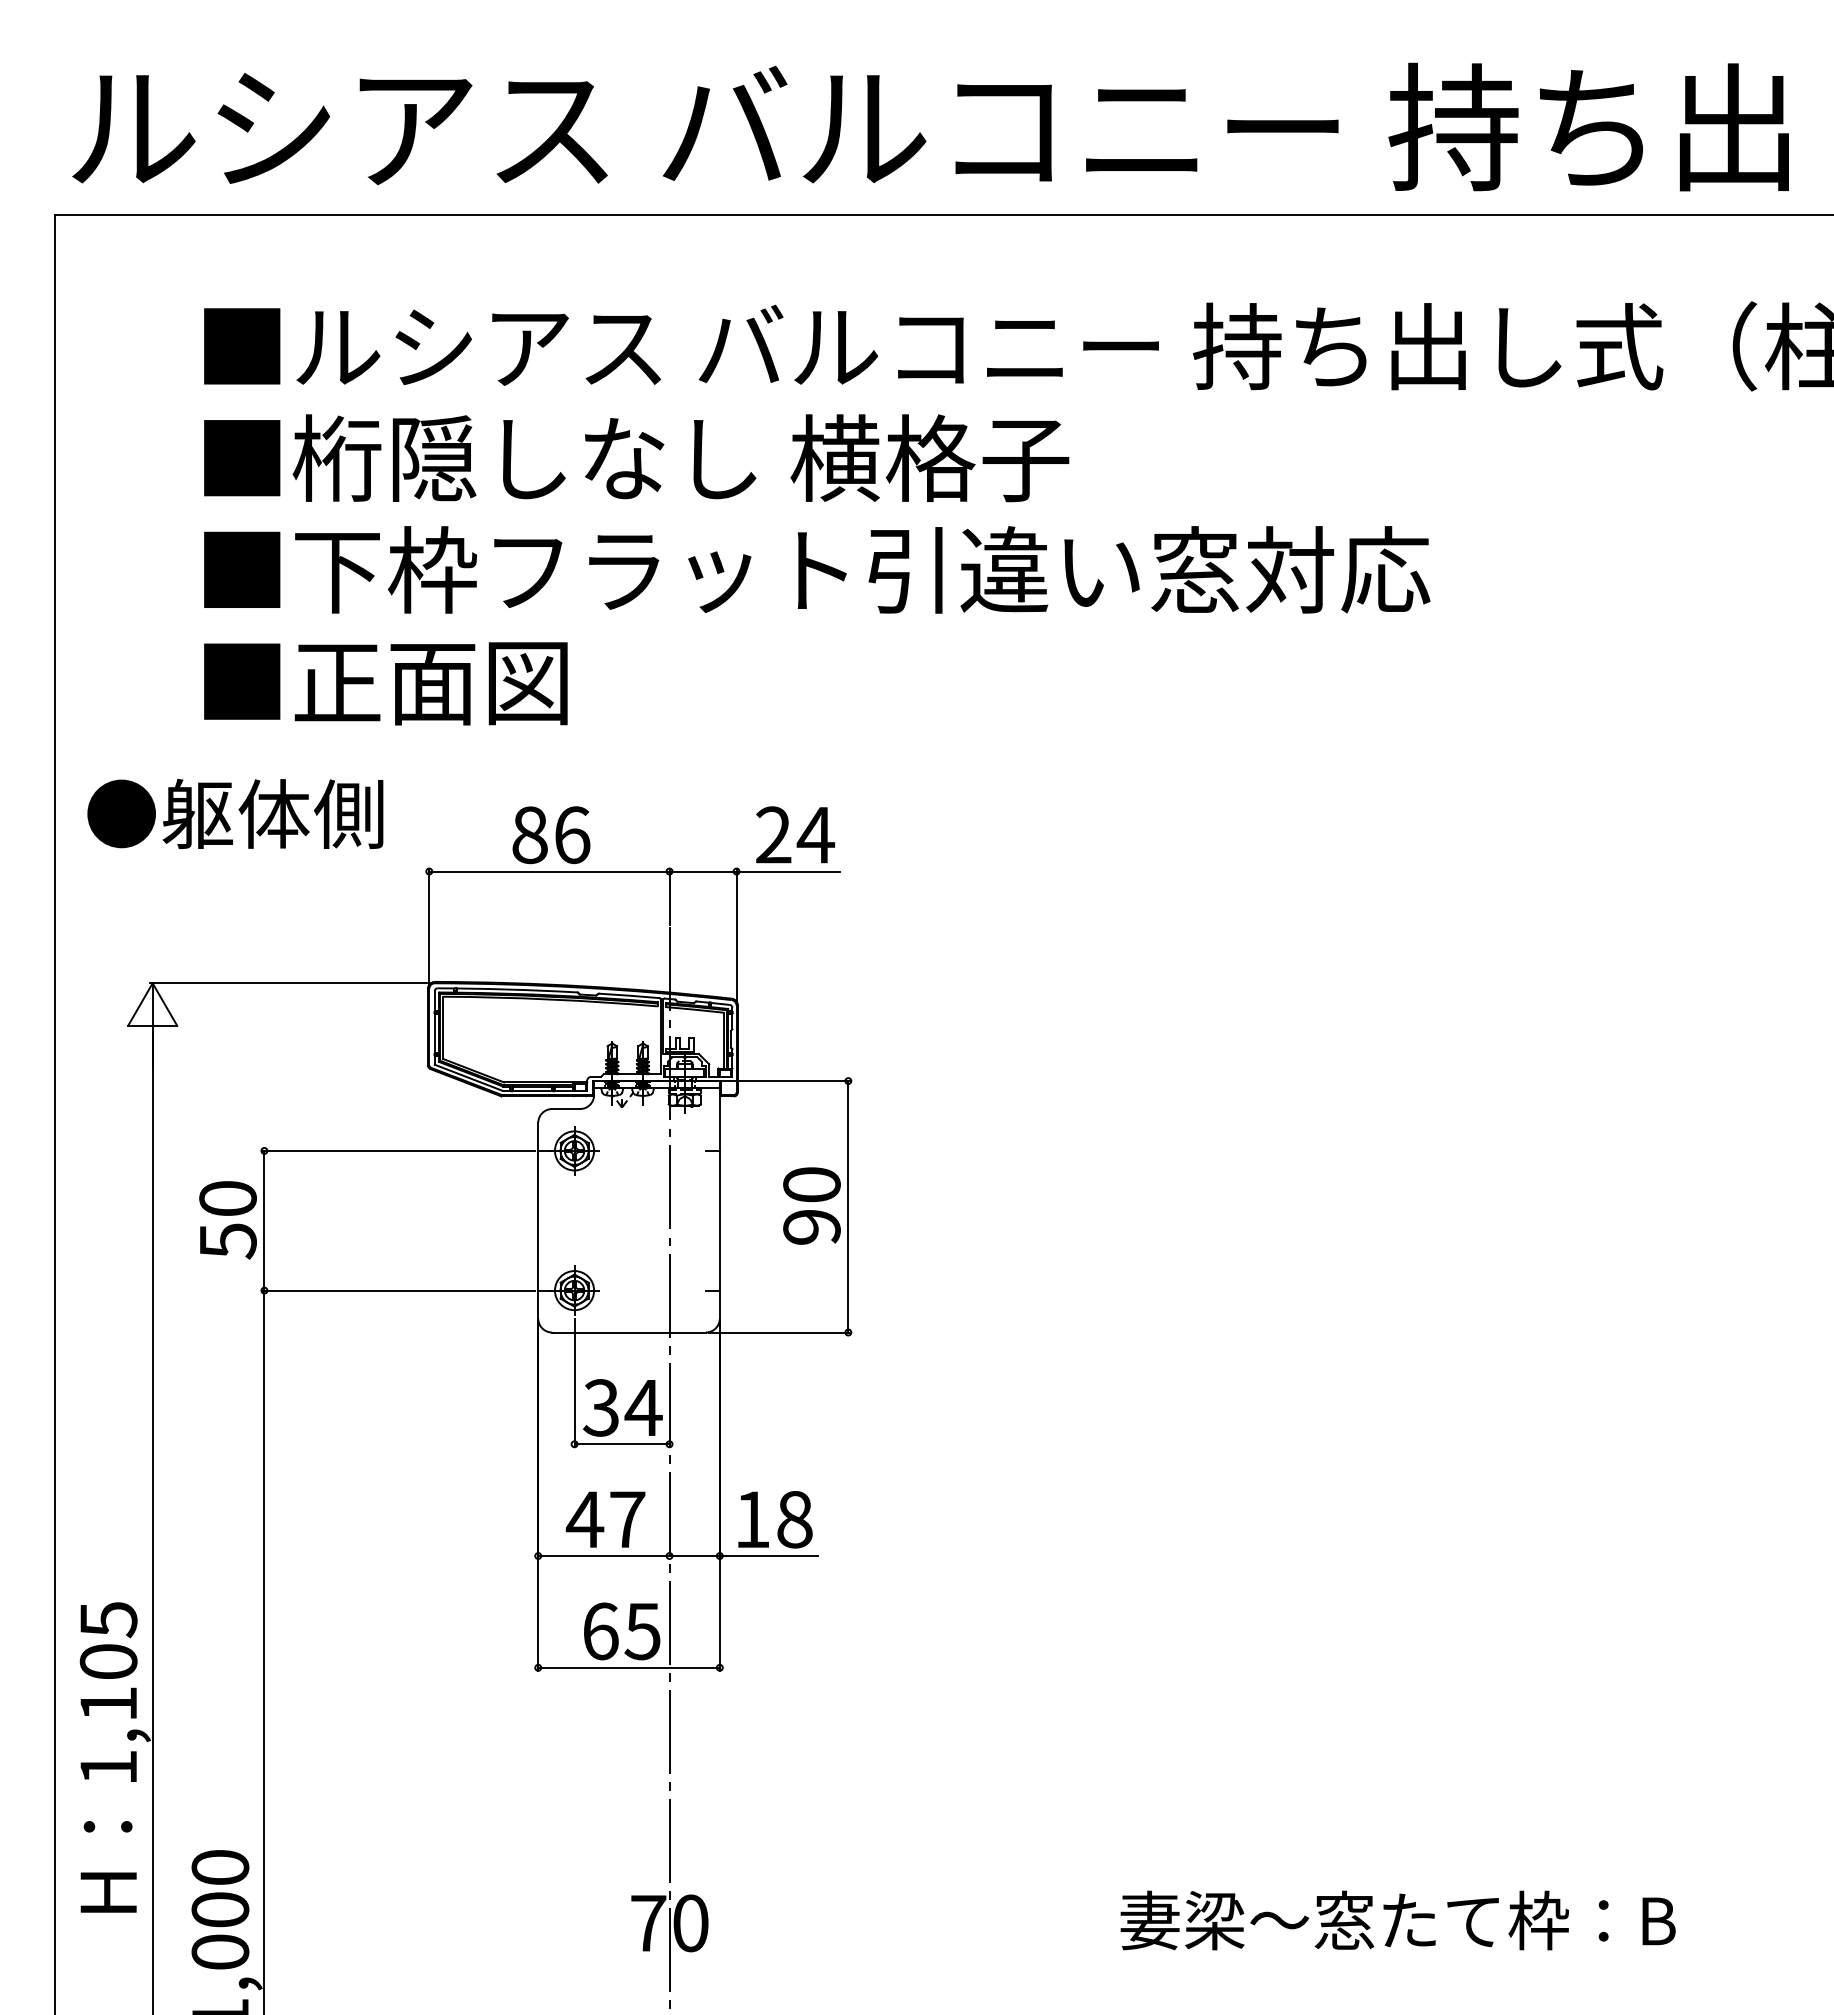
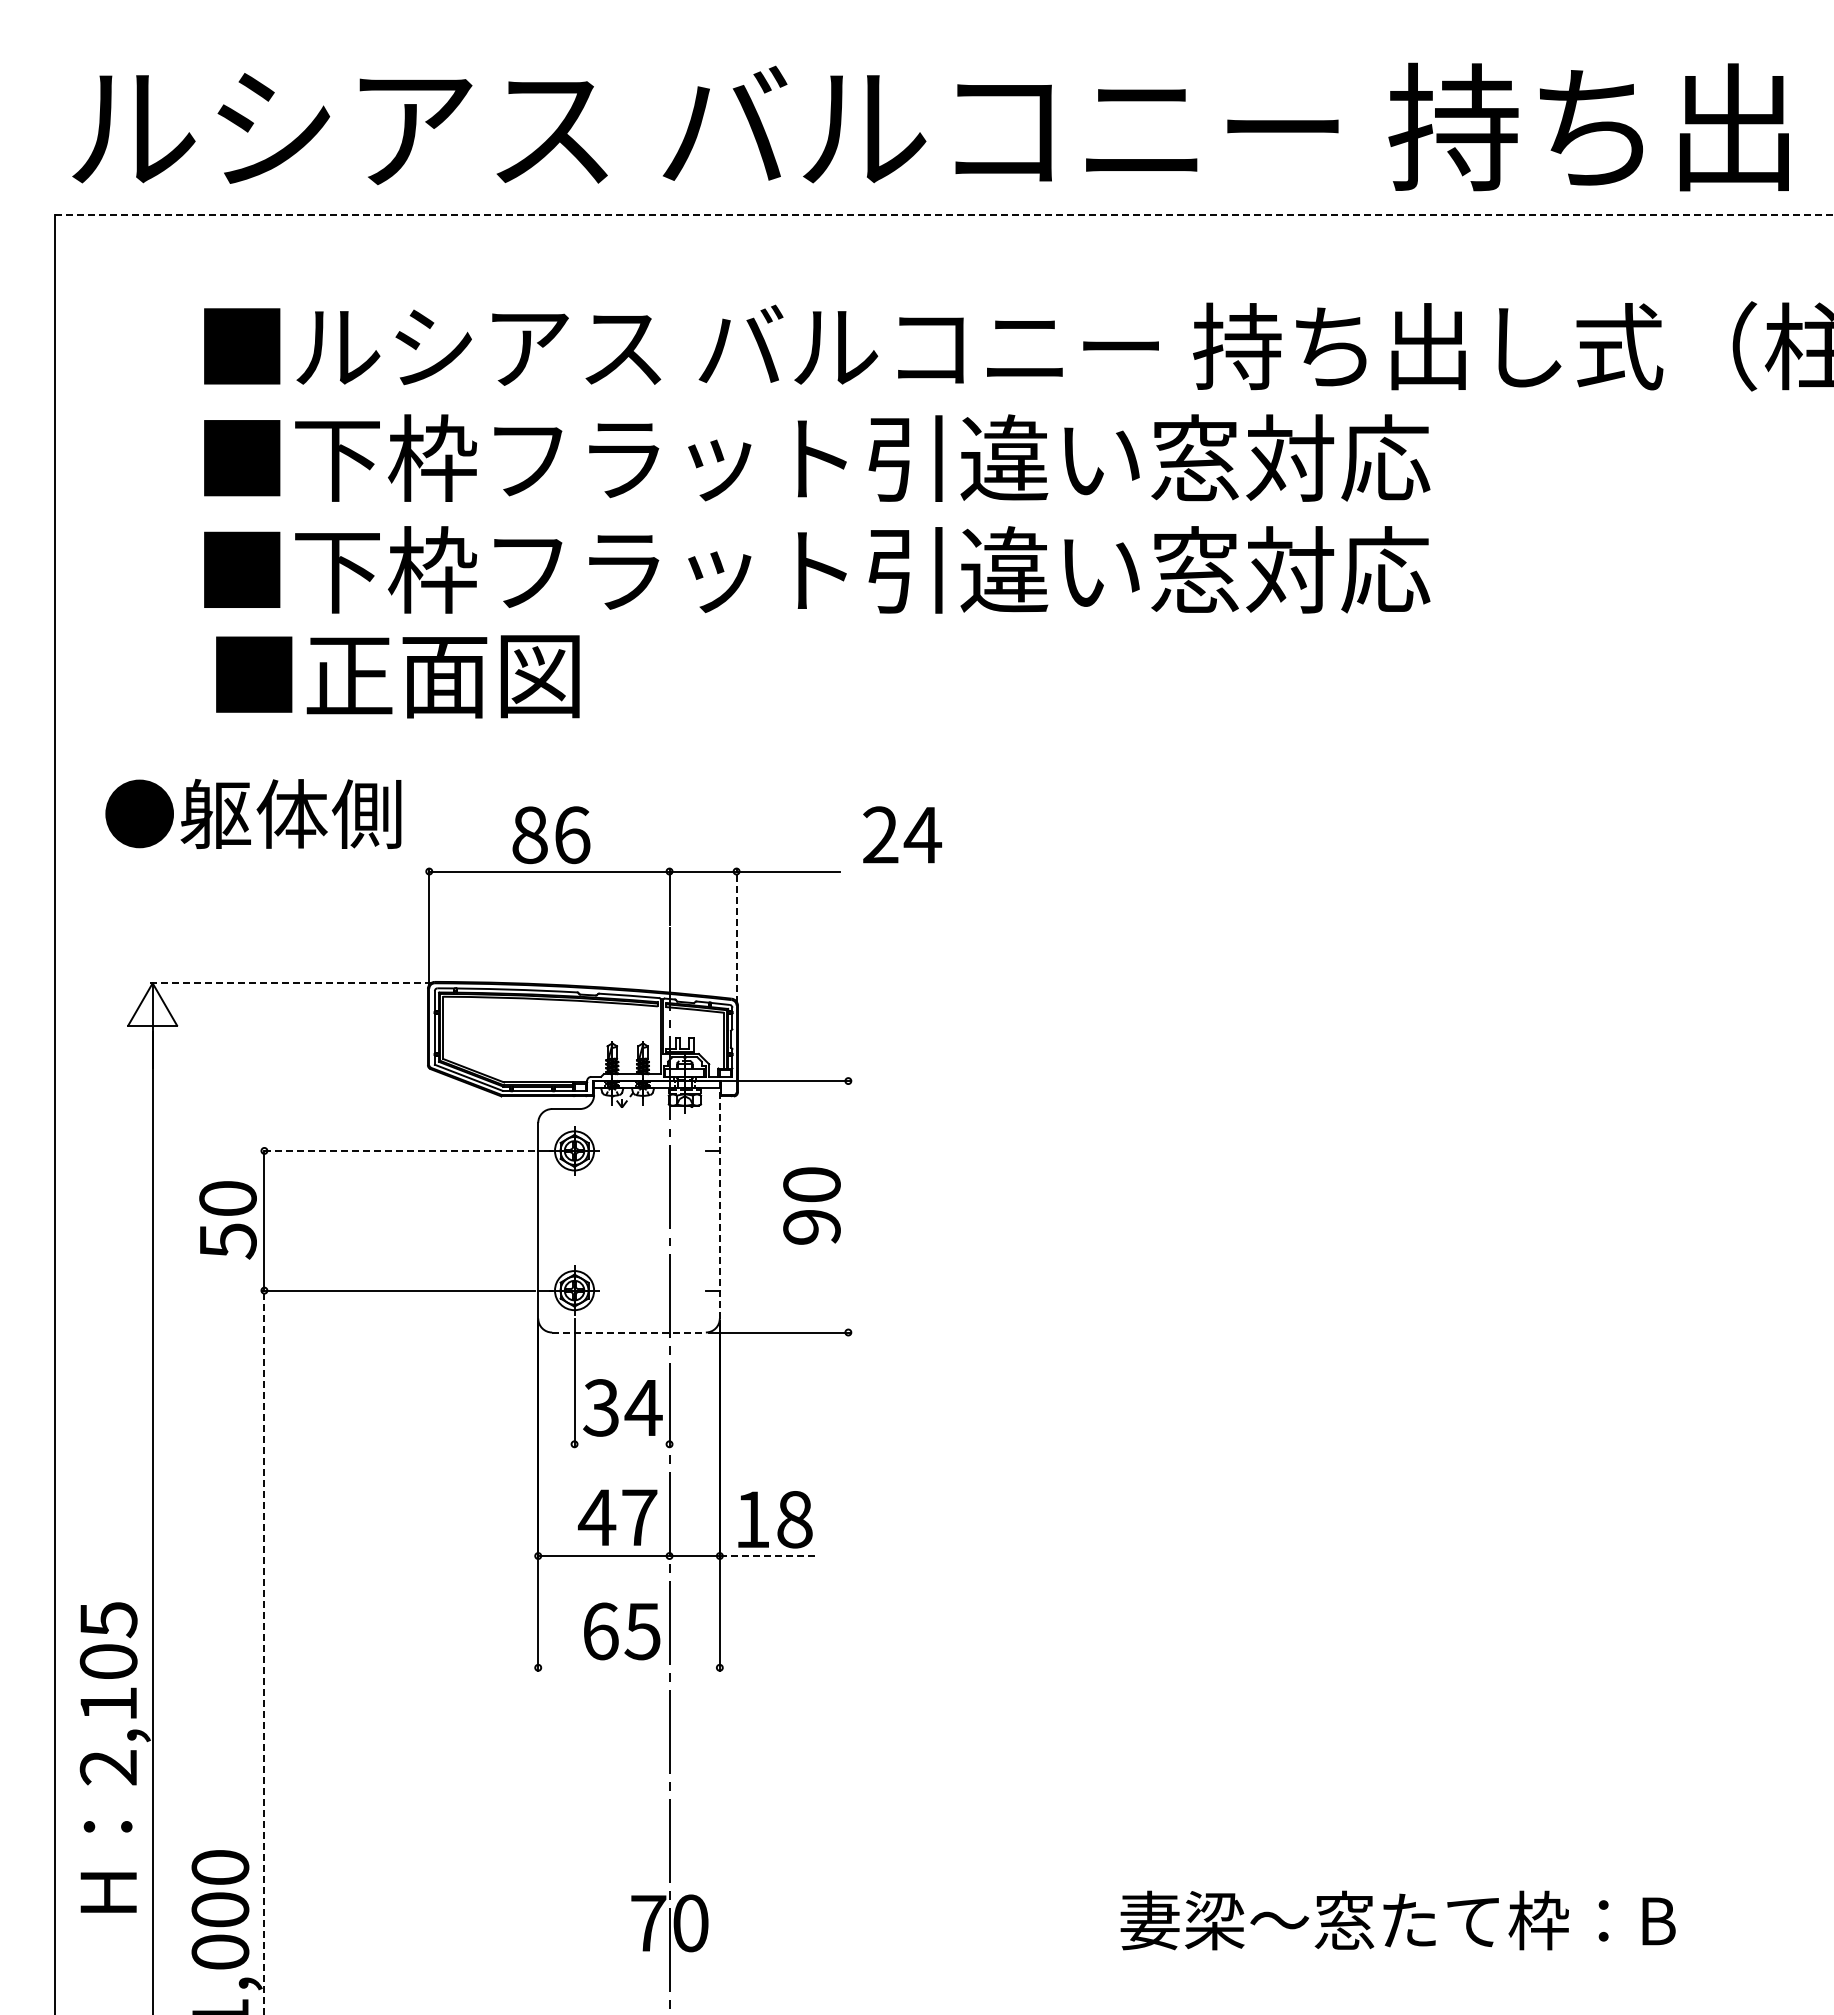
line at (944, 215): solid -> dashed
text at (861, 458): ■桁隠しなし 横格子 -> ■下枠フラット引違い窓対応
text at (385, 683) position: (385, 683) -> (397, 676)
text at (235, 813) position: (235, 813) -> (253, 813)
text at (795, 834) position: (795, 834) -> (902, 834)
line at (736, 935): solid -> dashed
line at (290, 983): solid -> dashed
line at (398, 1150): solid -> dashed
line at (719, 1199): solid -> dashed
line at (848, 1206): present -> none
line at (629, 1332): solid -> dashed
line at (621, 1444): present -> none
text at (605, 1519) position: (605, 1519) -> (617, 1517)
line at (768, 1556): solid -> dashed
line at (264, 1652): solid -> dashed
line at (628, 1667): present -> none
text at (107, 1767): 1,105 -> 2,105
